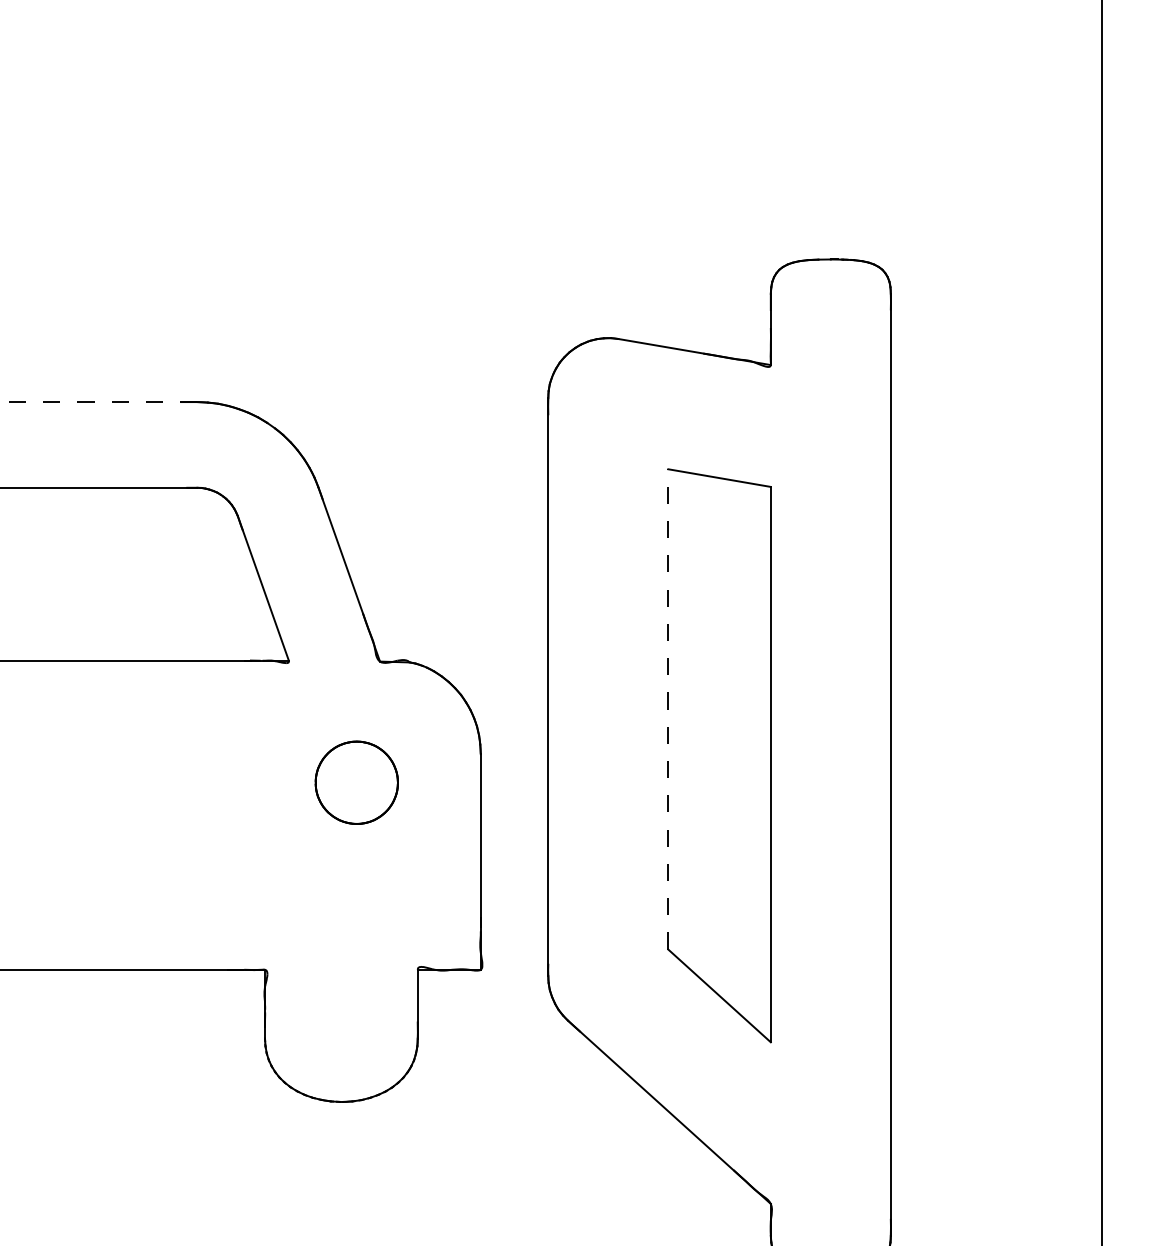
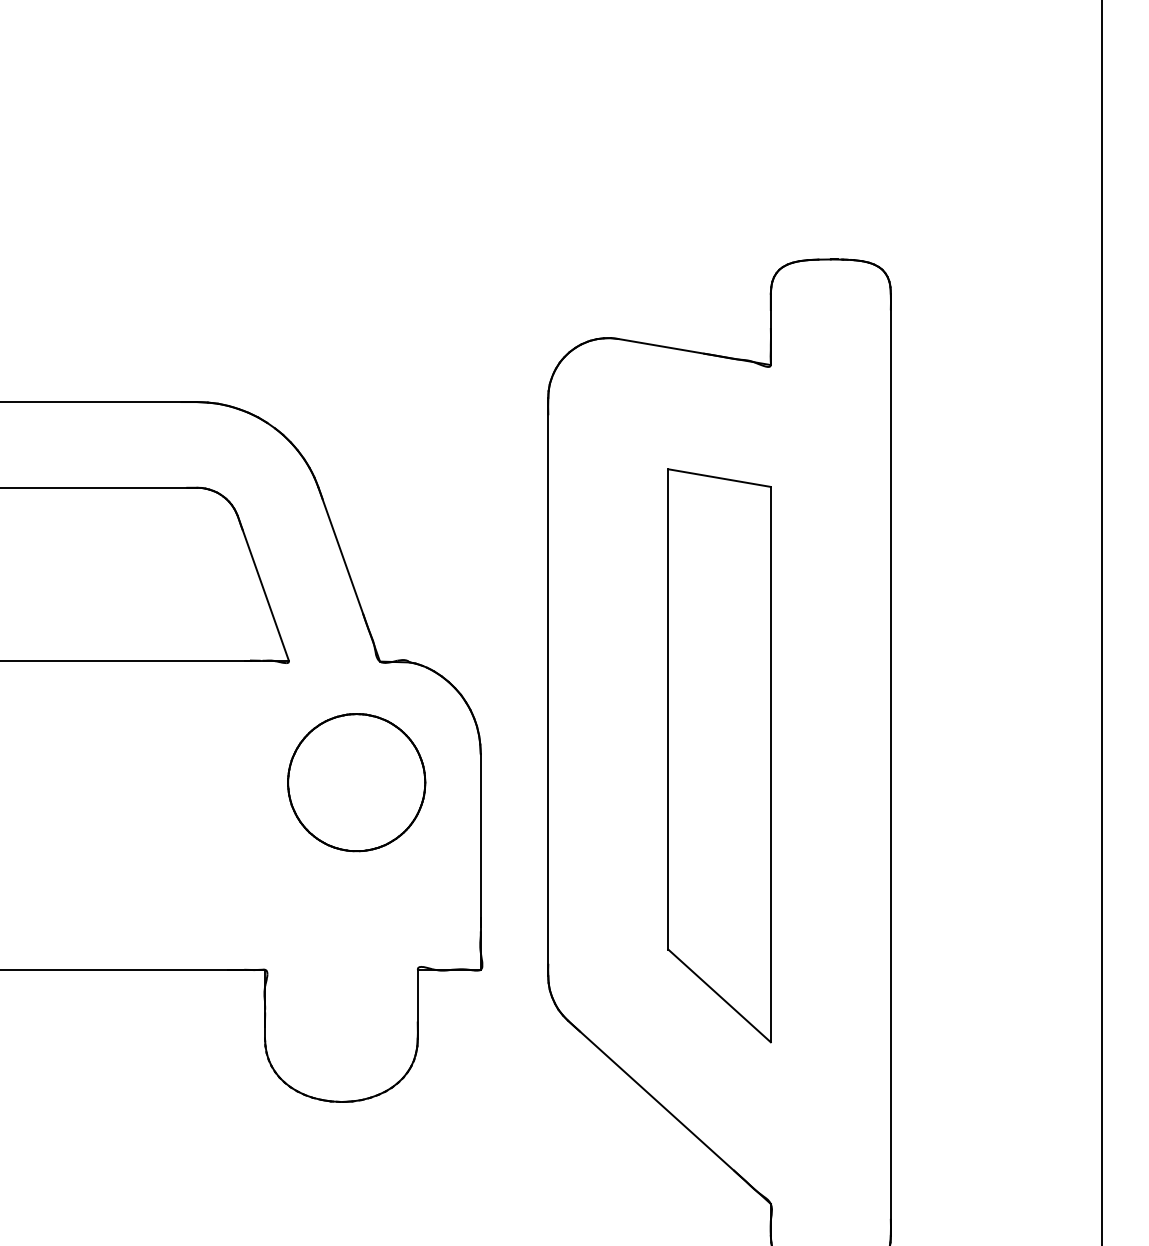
line at (98, 402): dashed -> solid
line at (668, 708): dashed -> solid
part at (356, 782) size: 85x85 px -> 140x140 px
